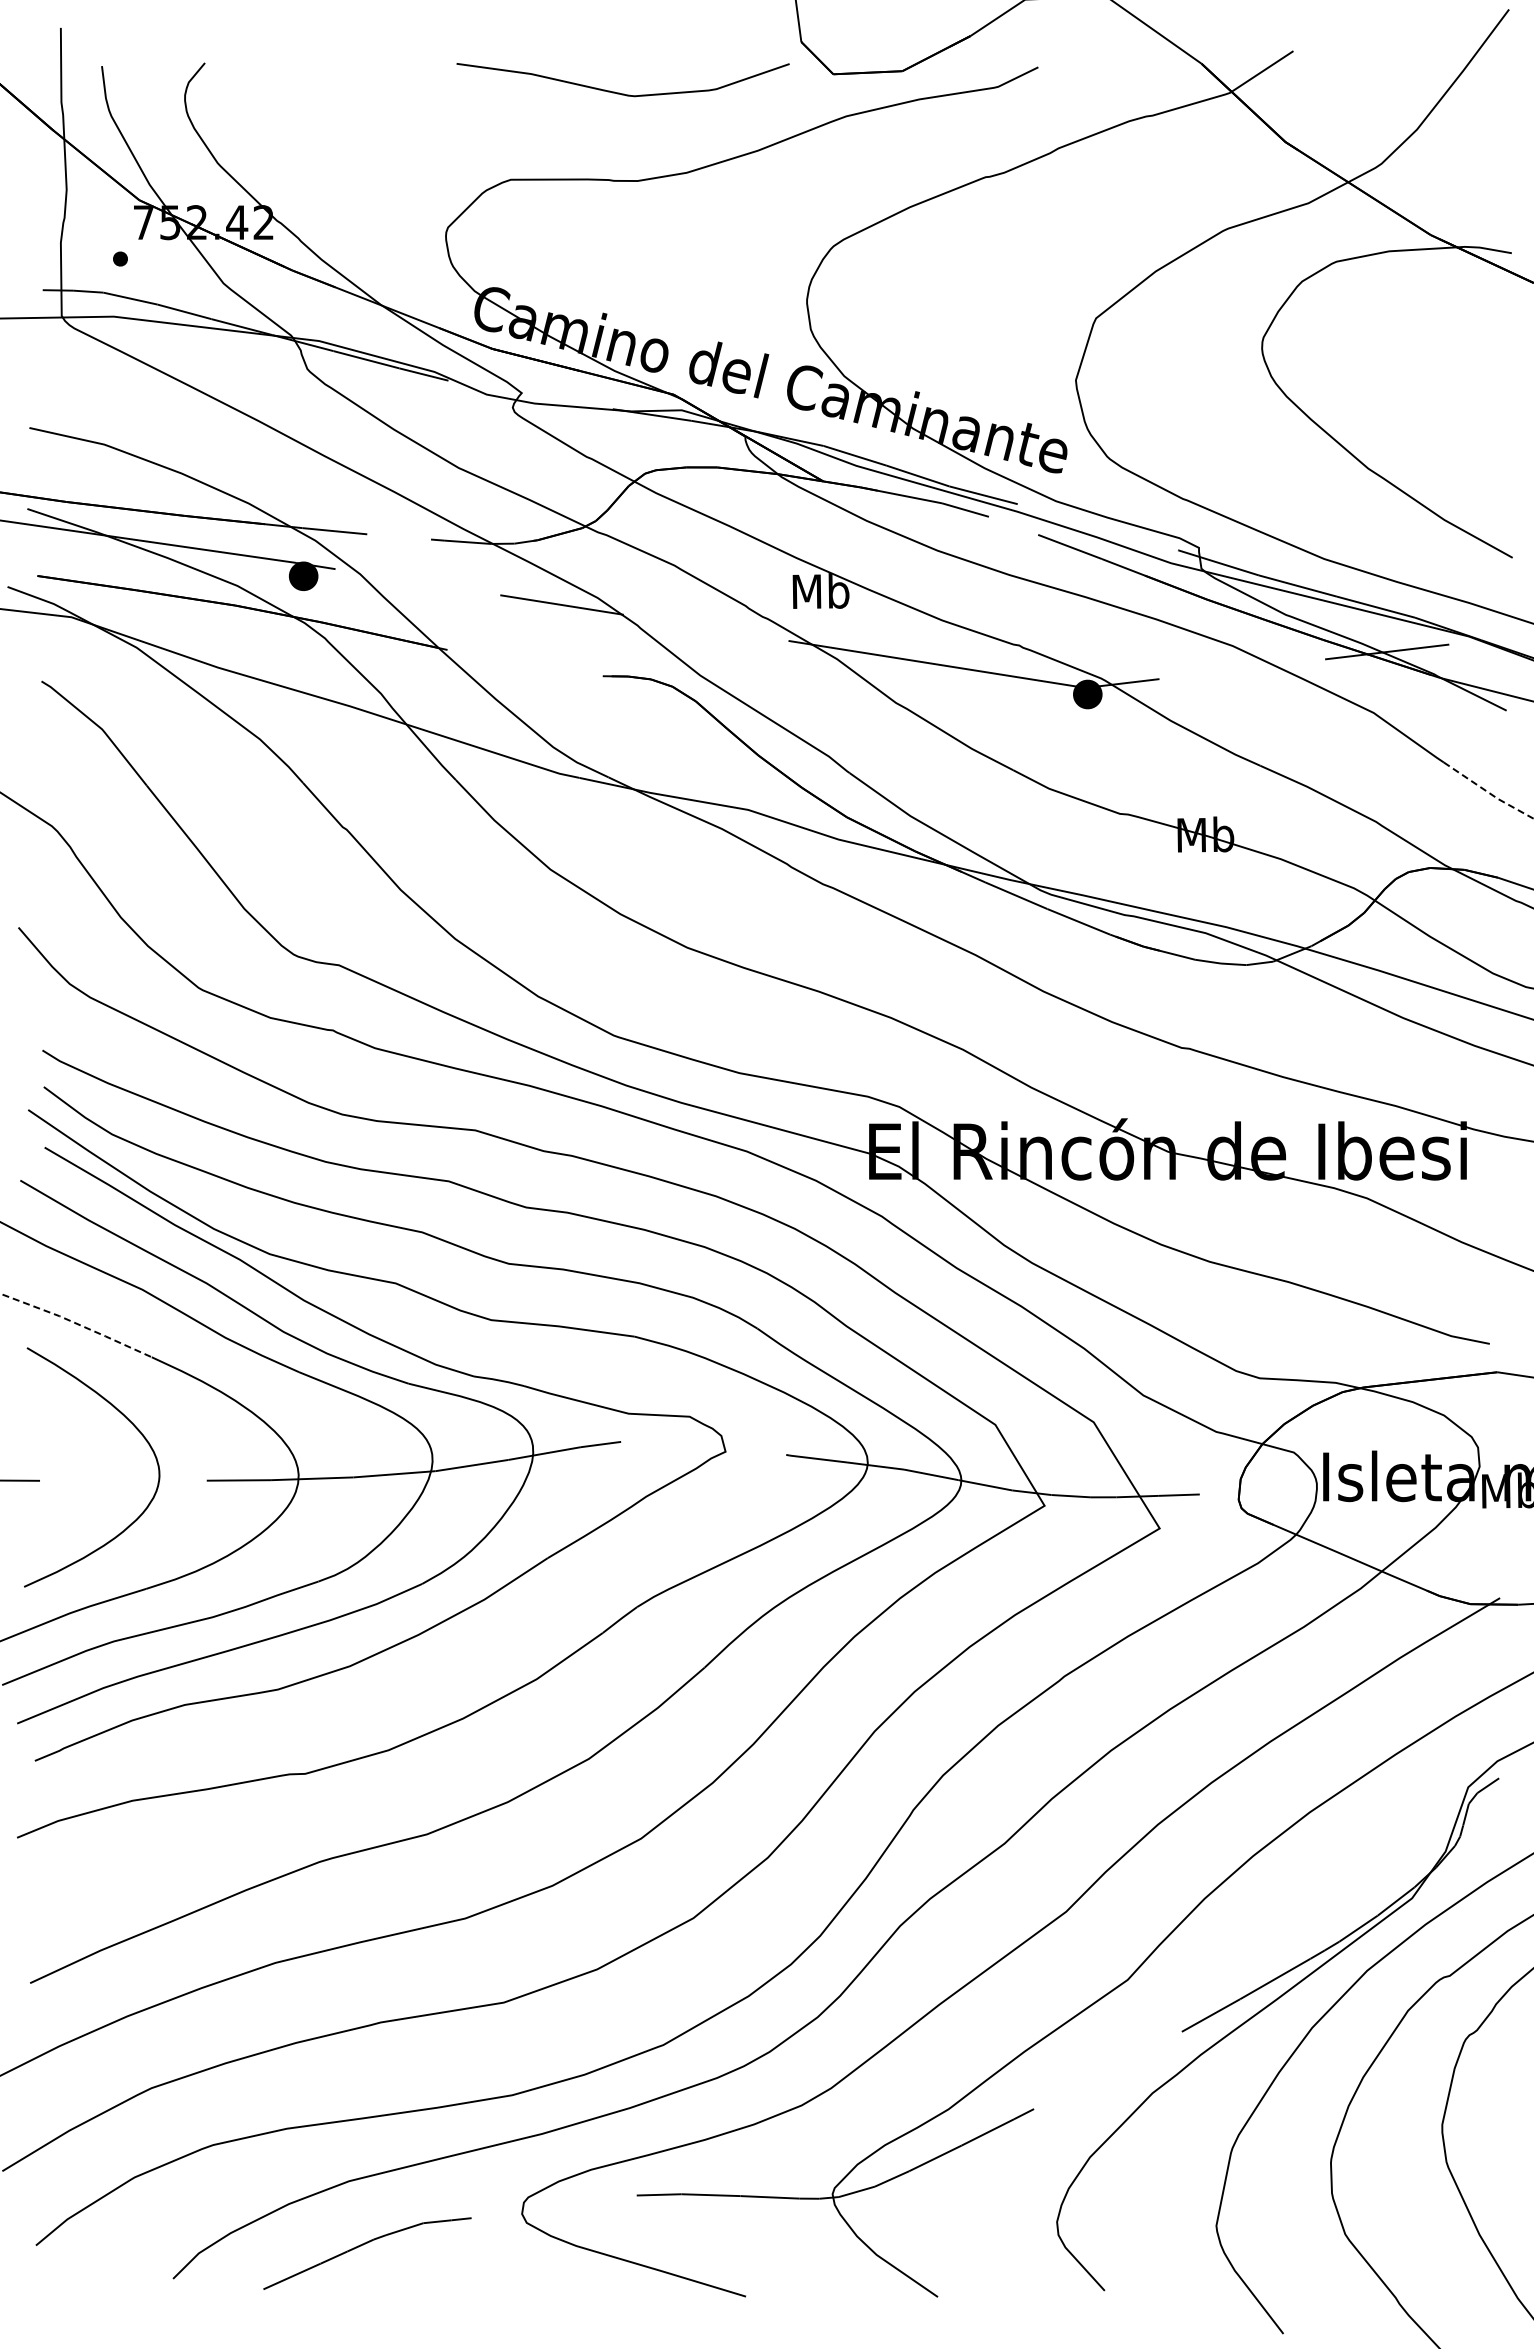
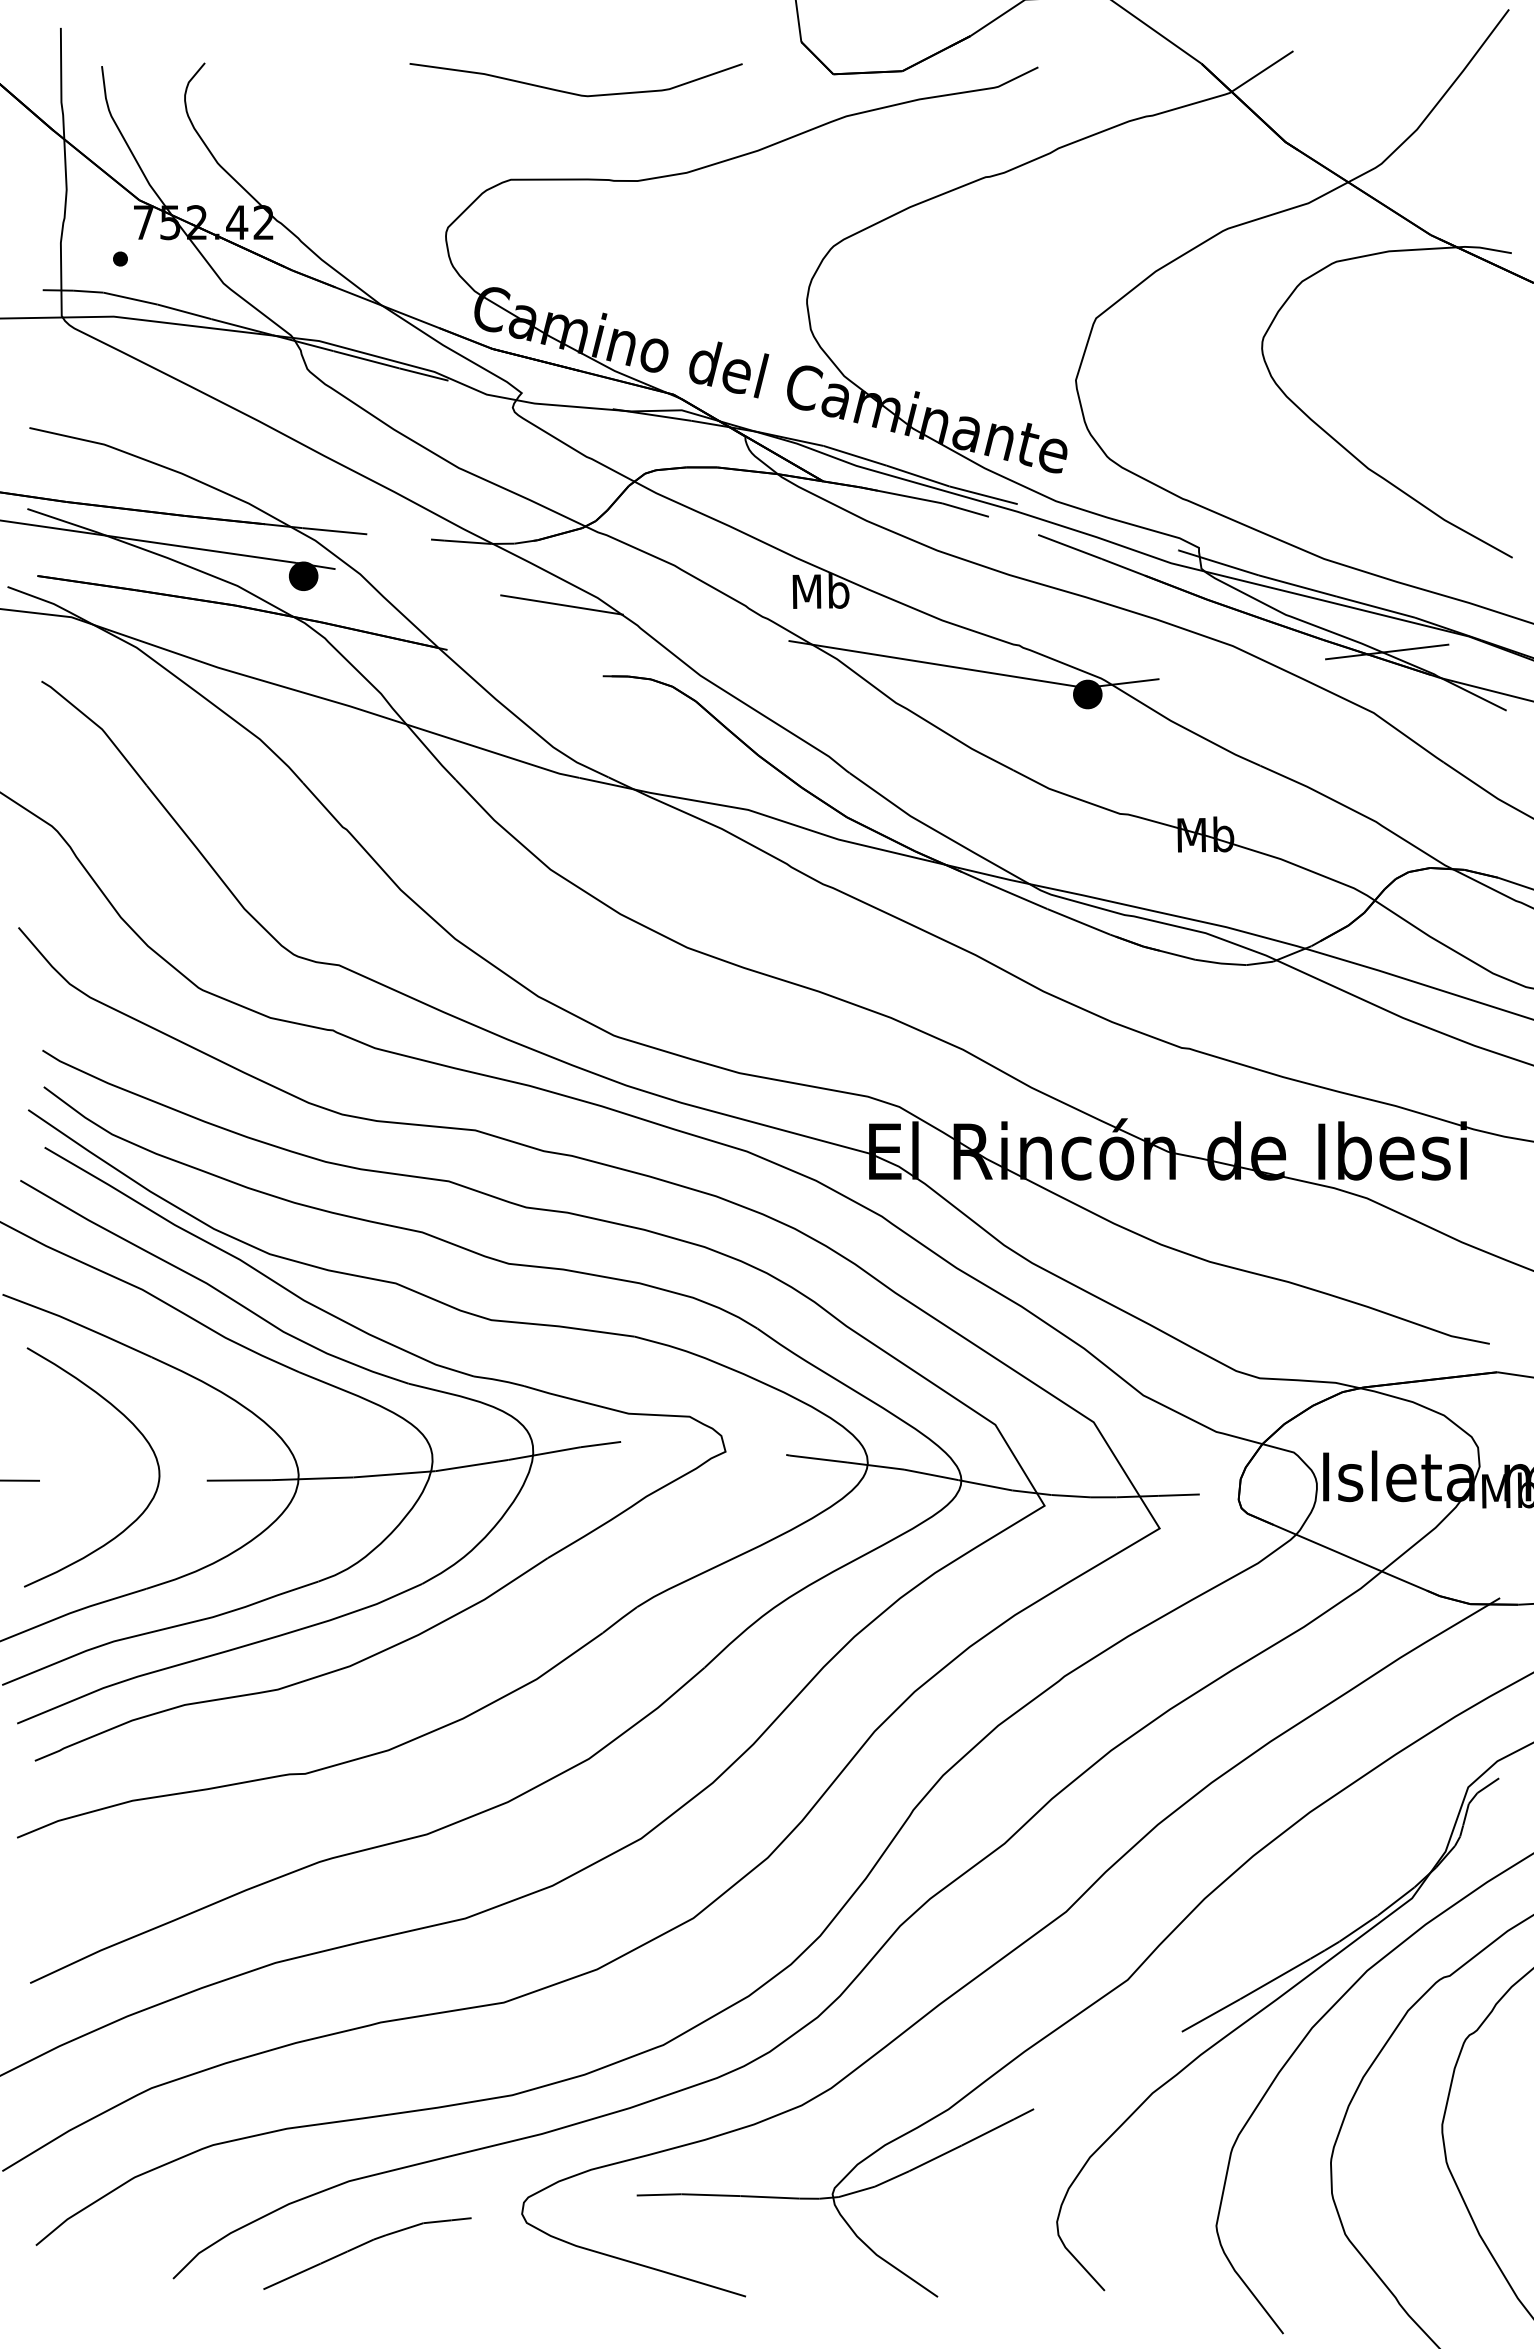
curve at (619, 92) position: (619, 92) -> (572, 92)
line at (1488, 792): dashed -> solid
line at (78, 1324): dashed -> solid
